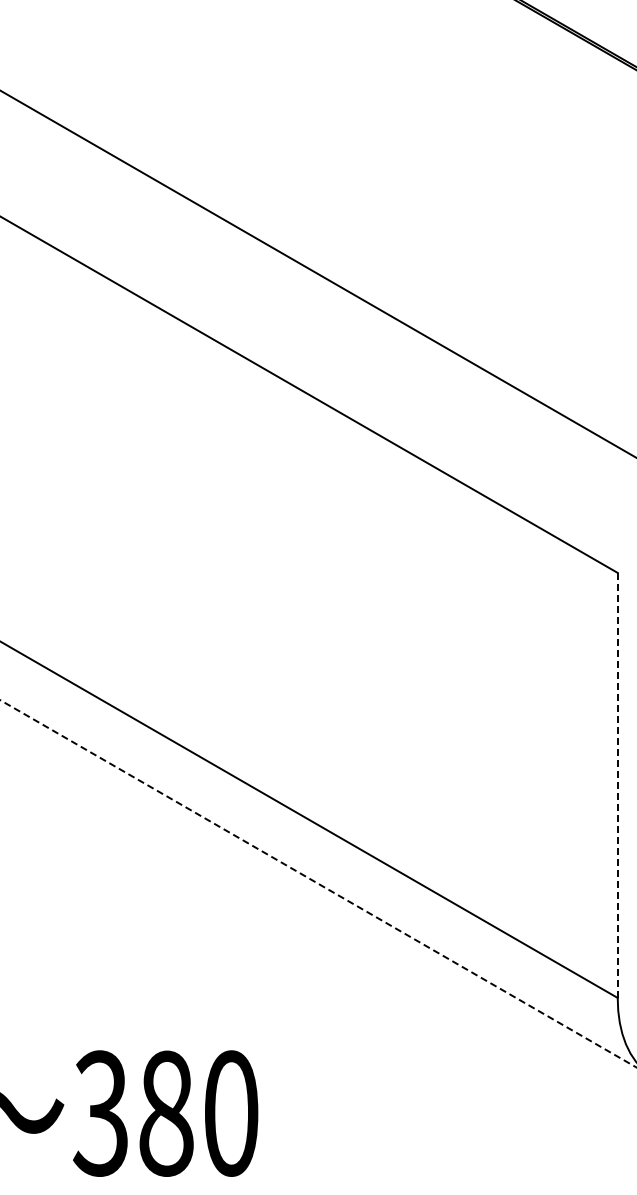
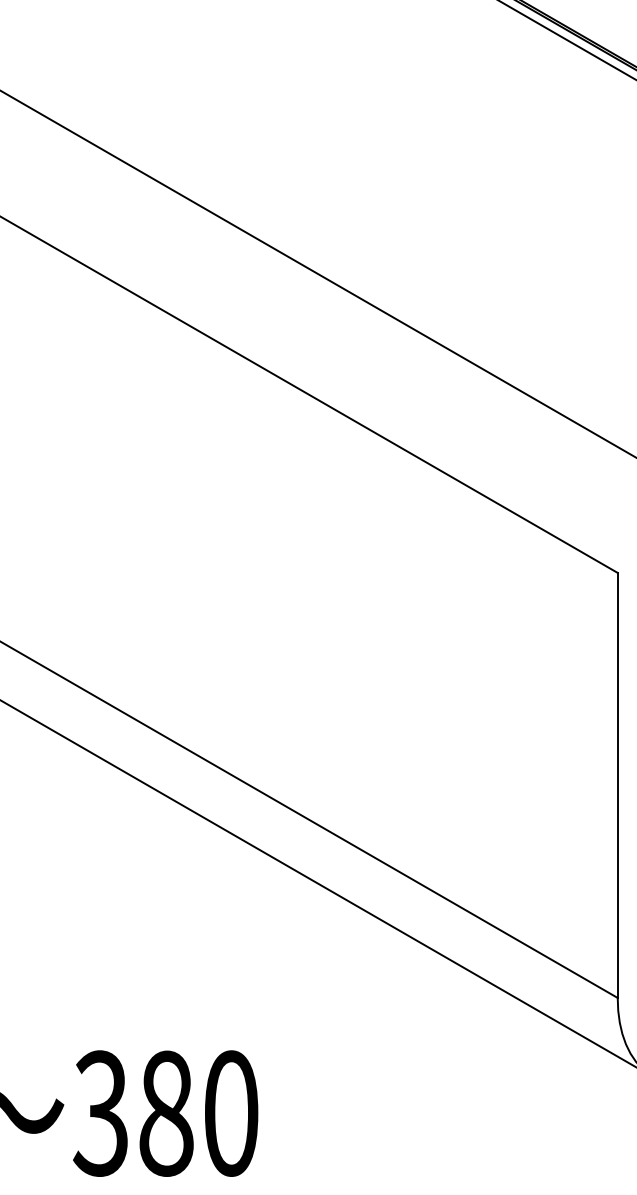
line at (567, 40): none -> present
line at (617, 785): dashed -> solid
line at (318, 883): dashed -> solid
